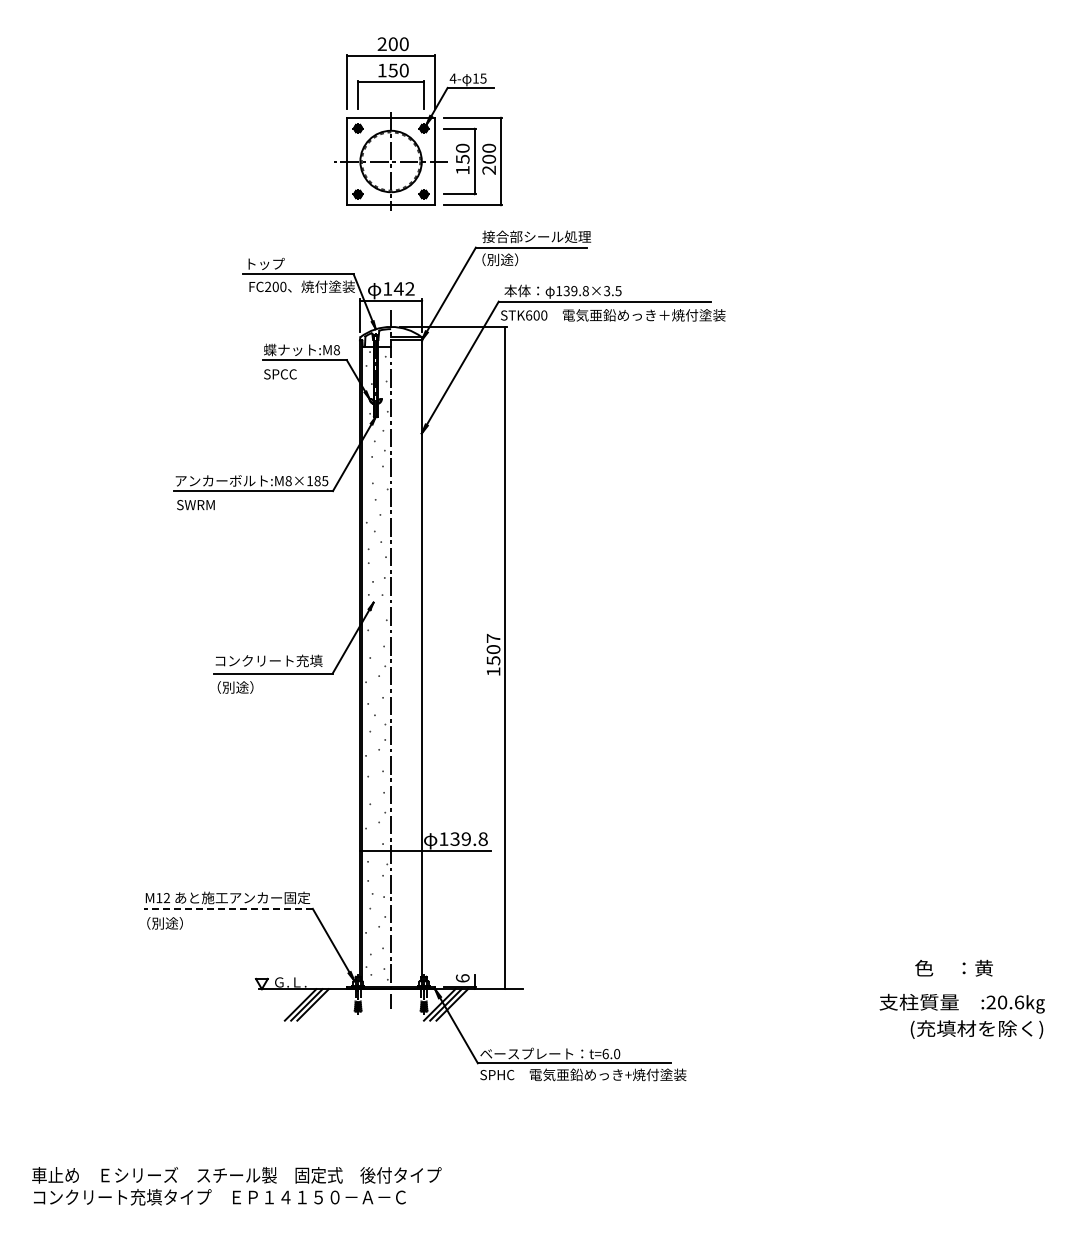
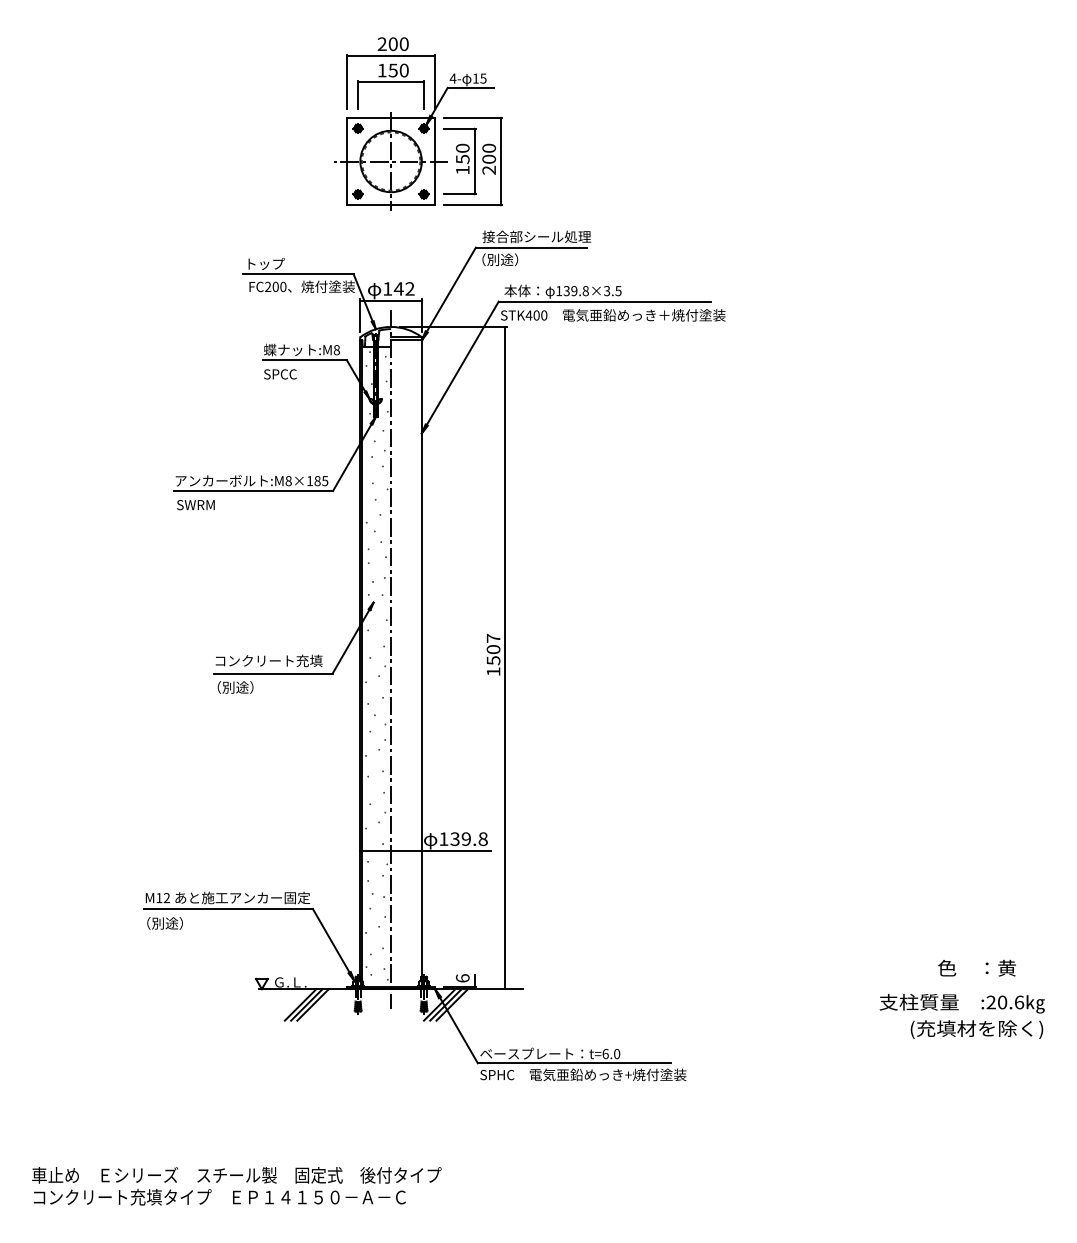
text at (528, 315): STK600 -> STK400
line at (228, 908): dashed -> solid
text at (953, 967) position: (953, 967) -> (976, 967)
